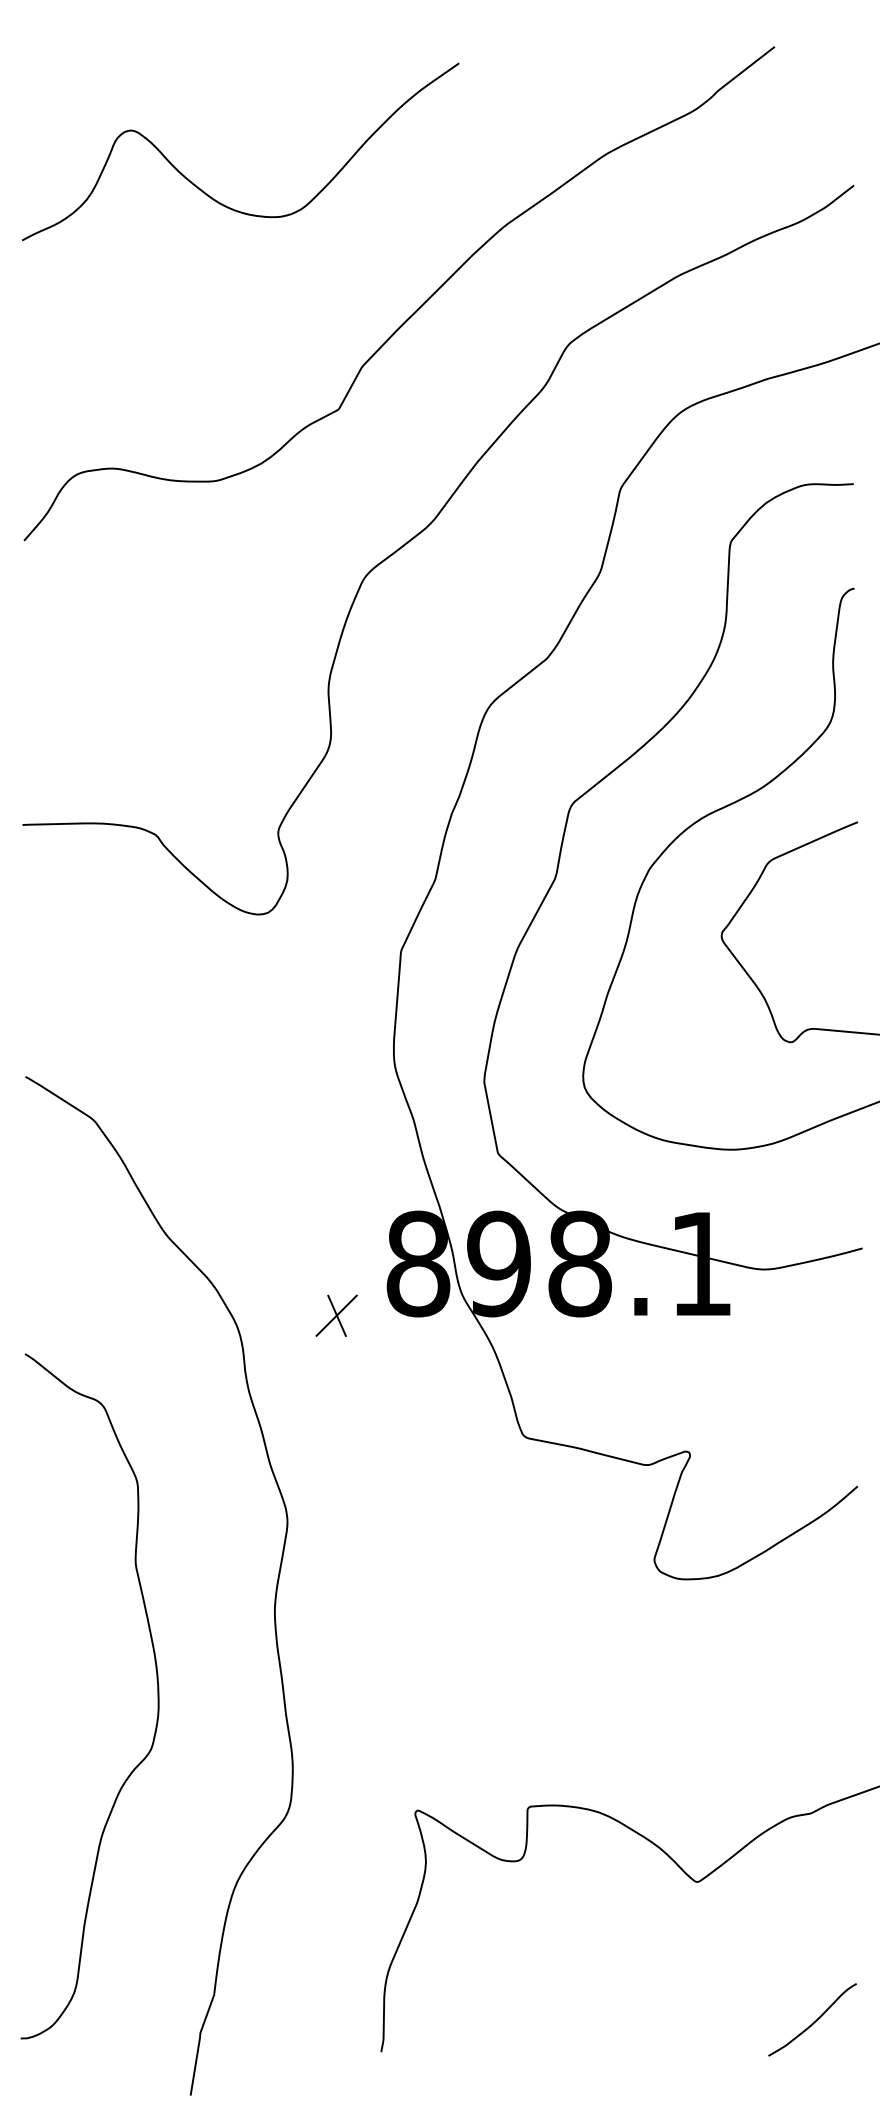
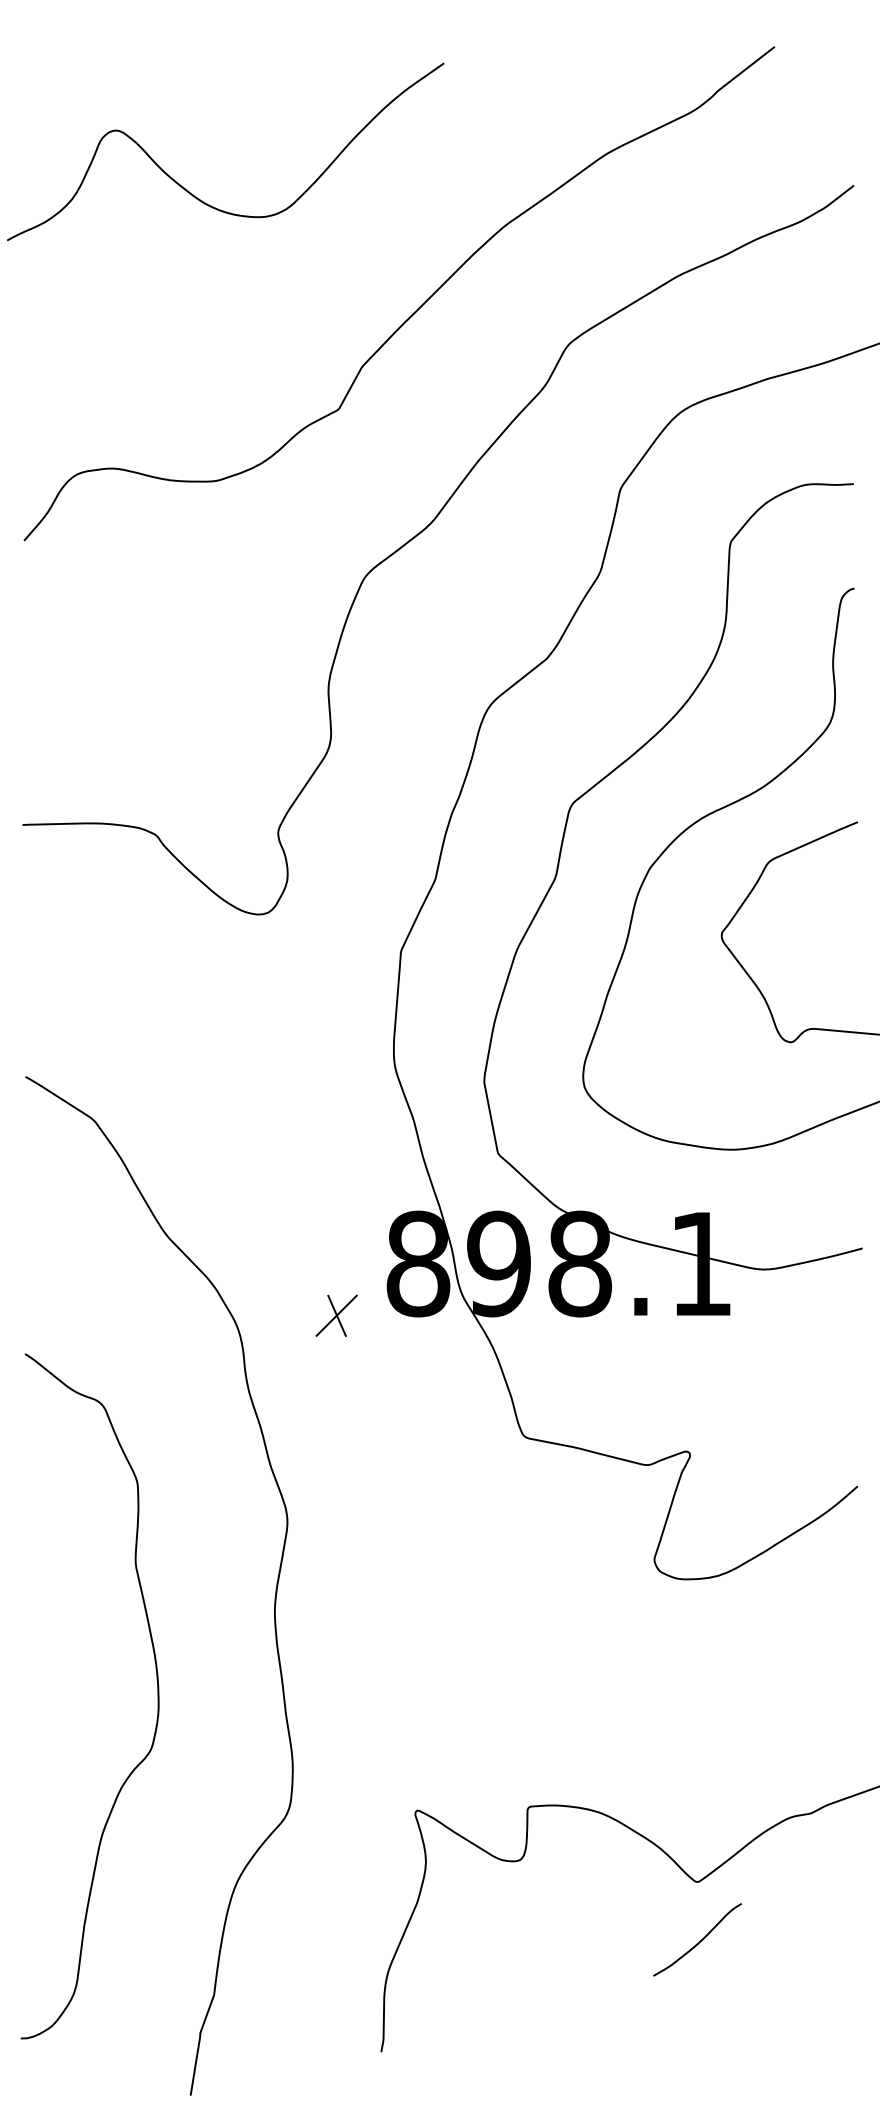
curve at (211, 196) position: (211, 196) -> (196, 196)
curve at (814, 2021) position: (814, 2021) -> (699, 1941)
